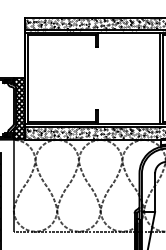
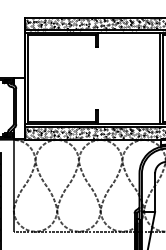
hatch at (19, 107): present -> none
